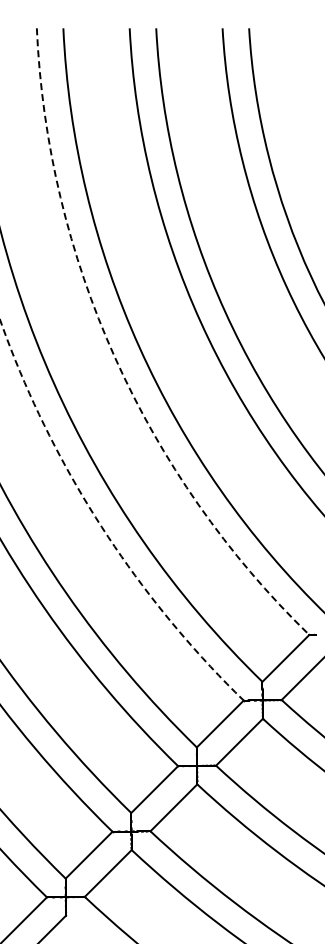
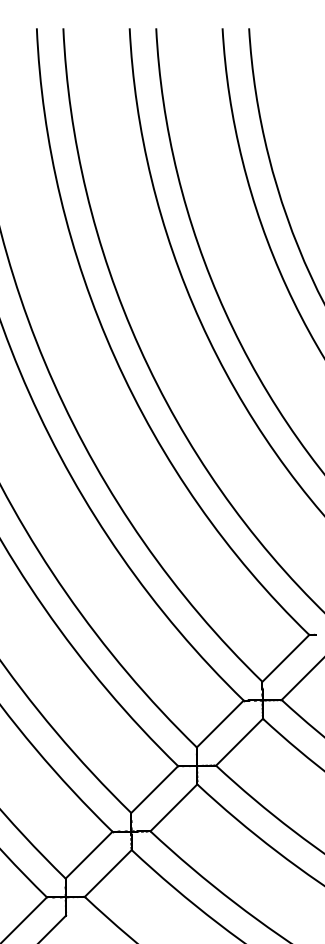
arc at (115, 357): dashed -> solid
arc at (99, 522): dashed -> solid
